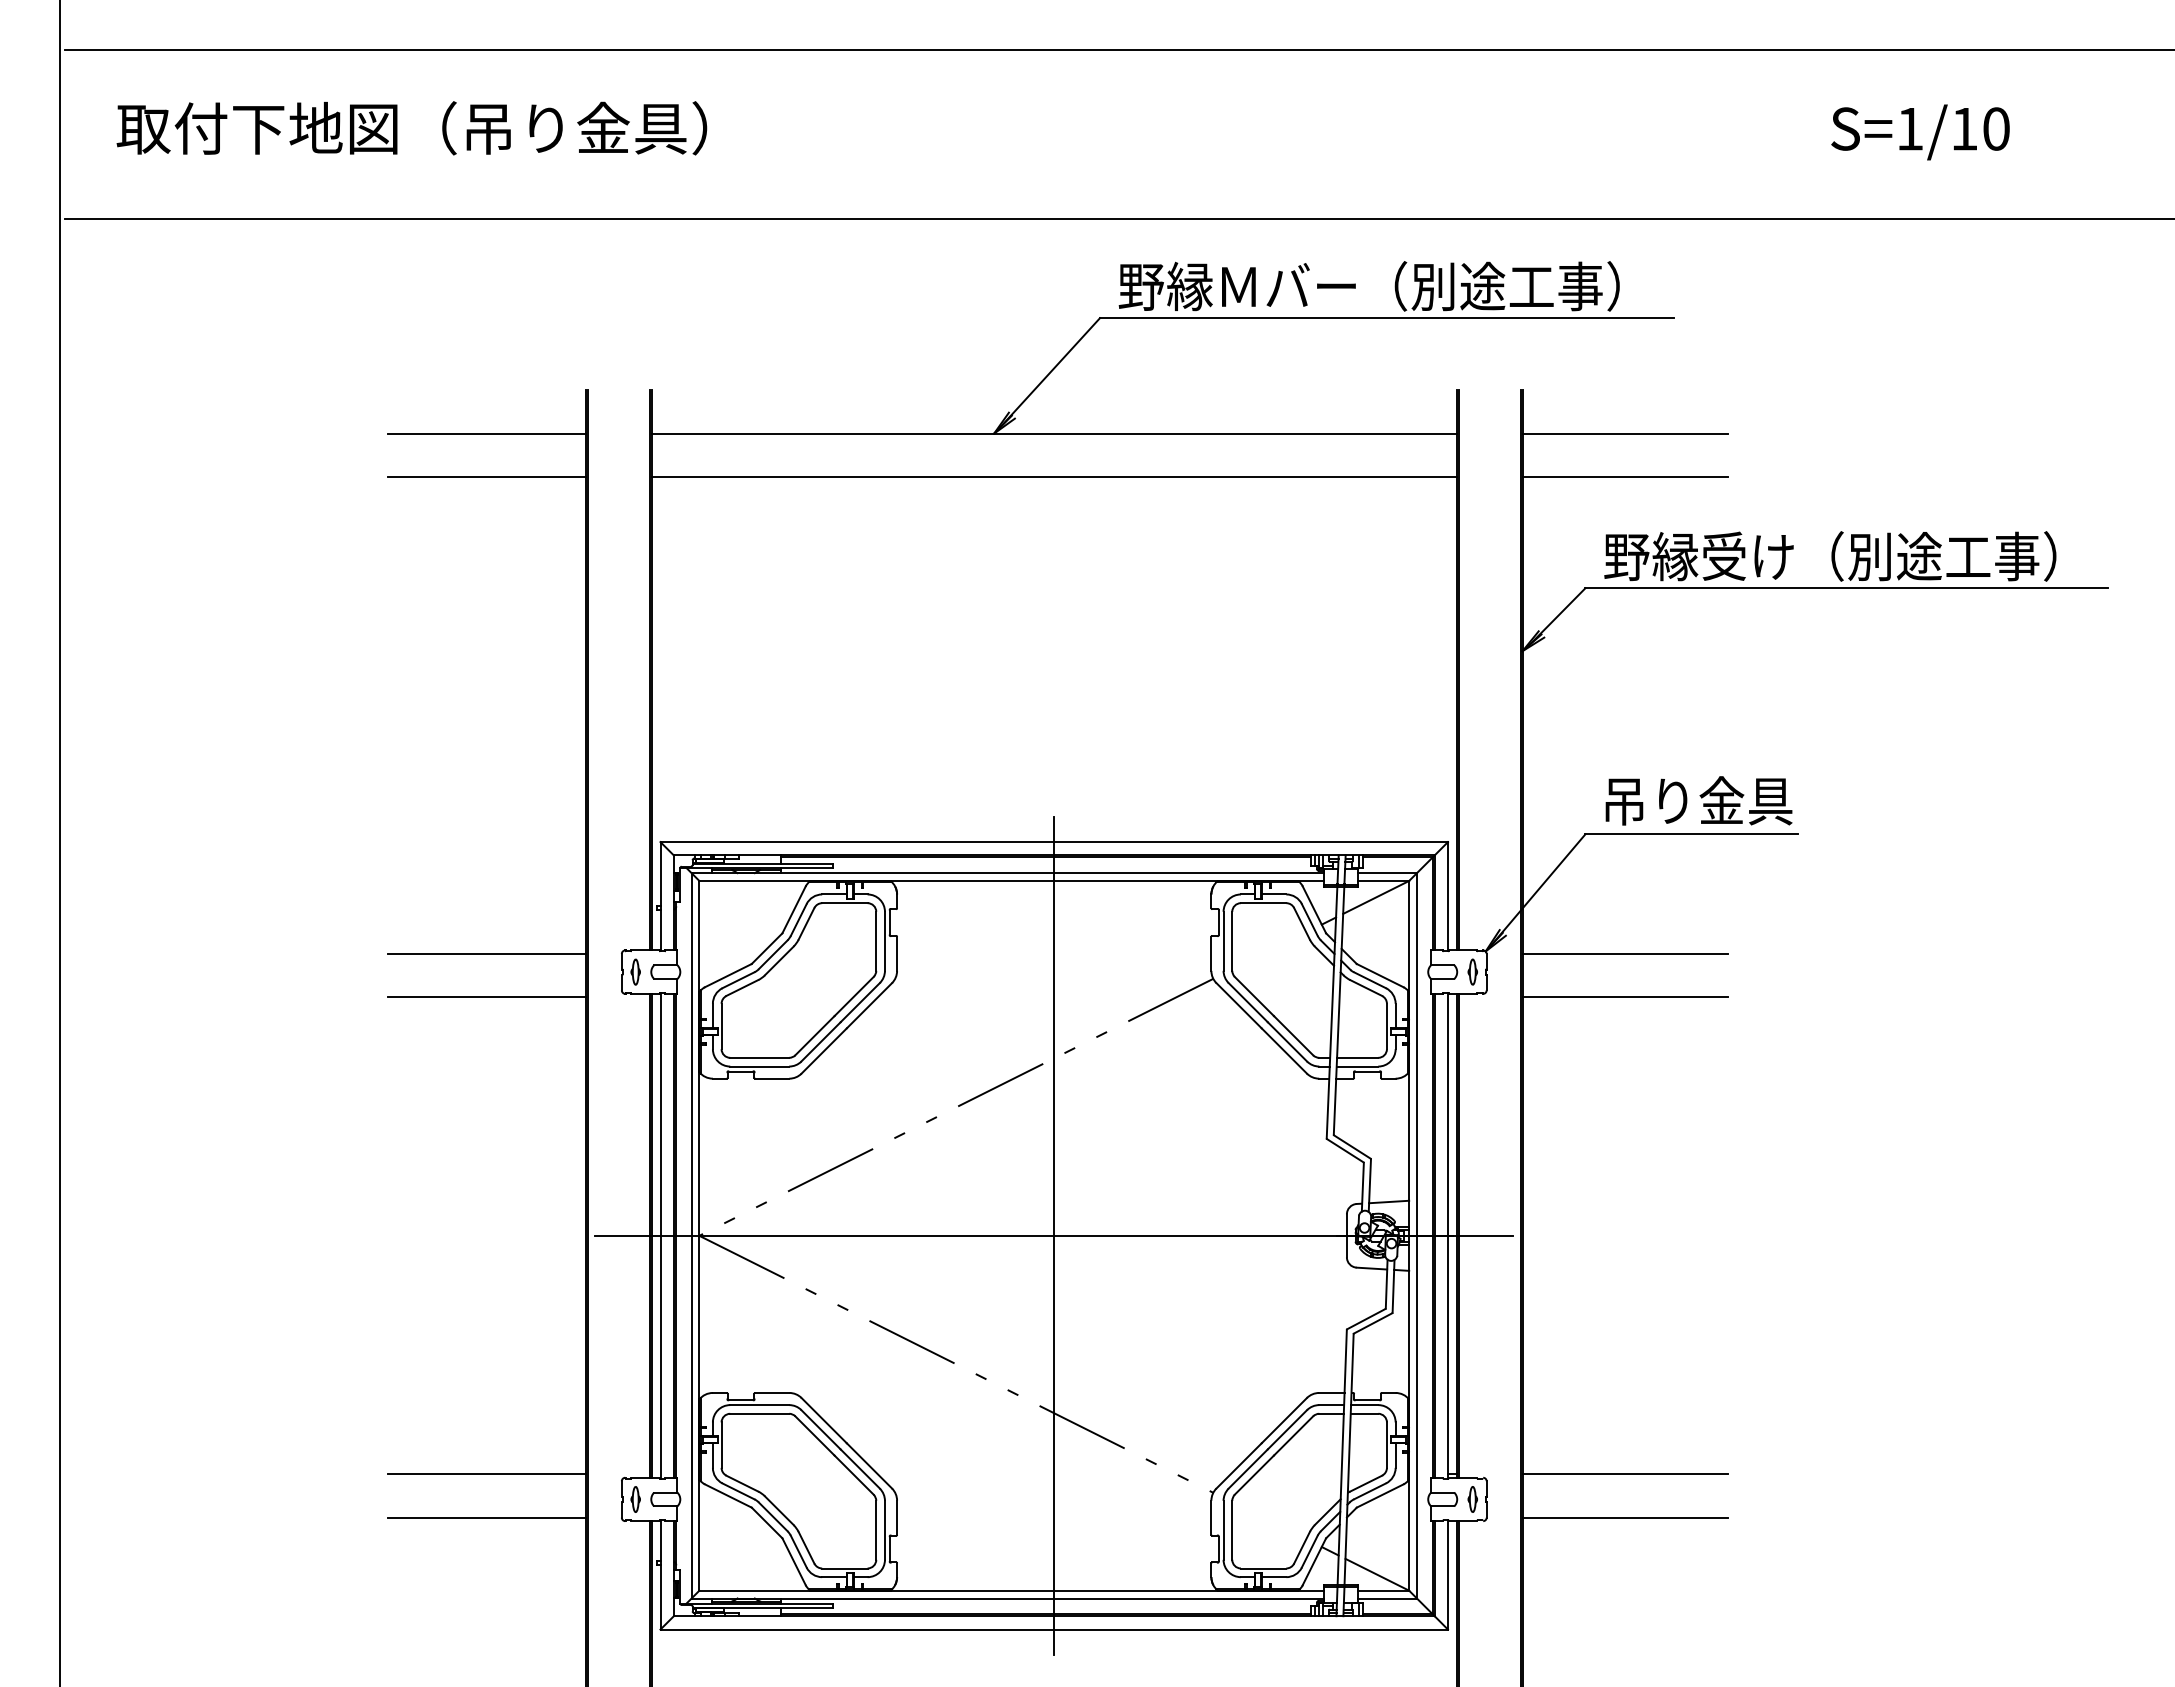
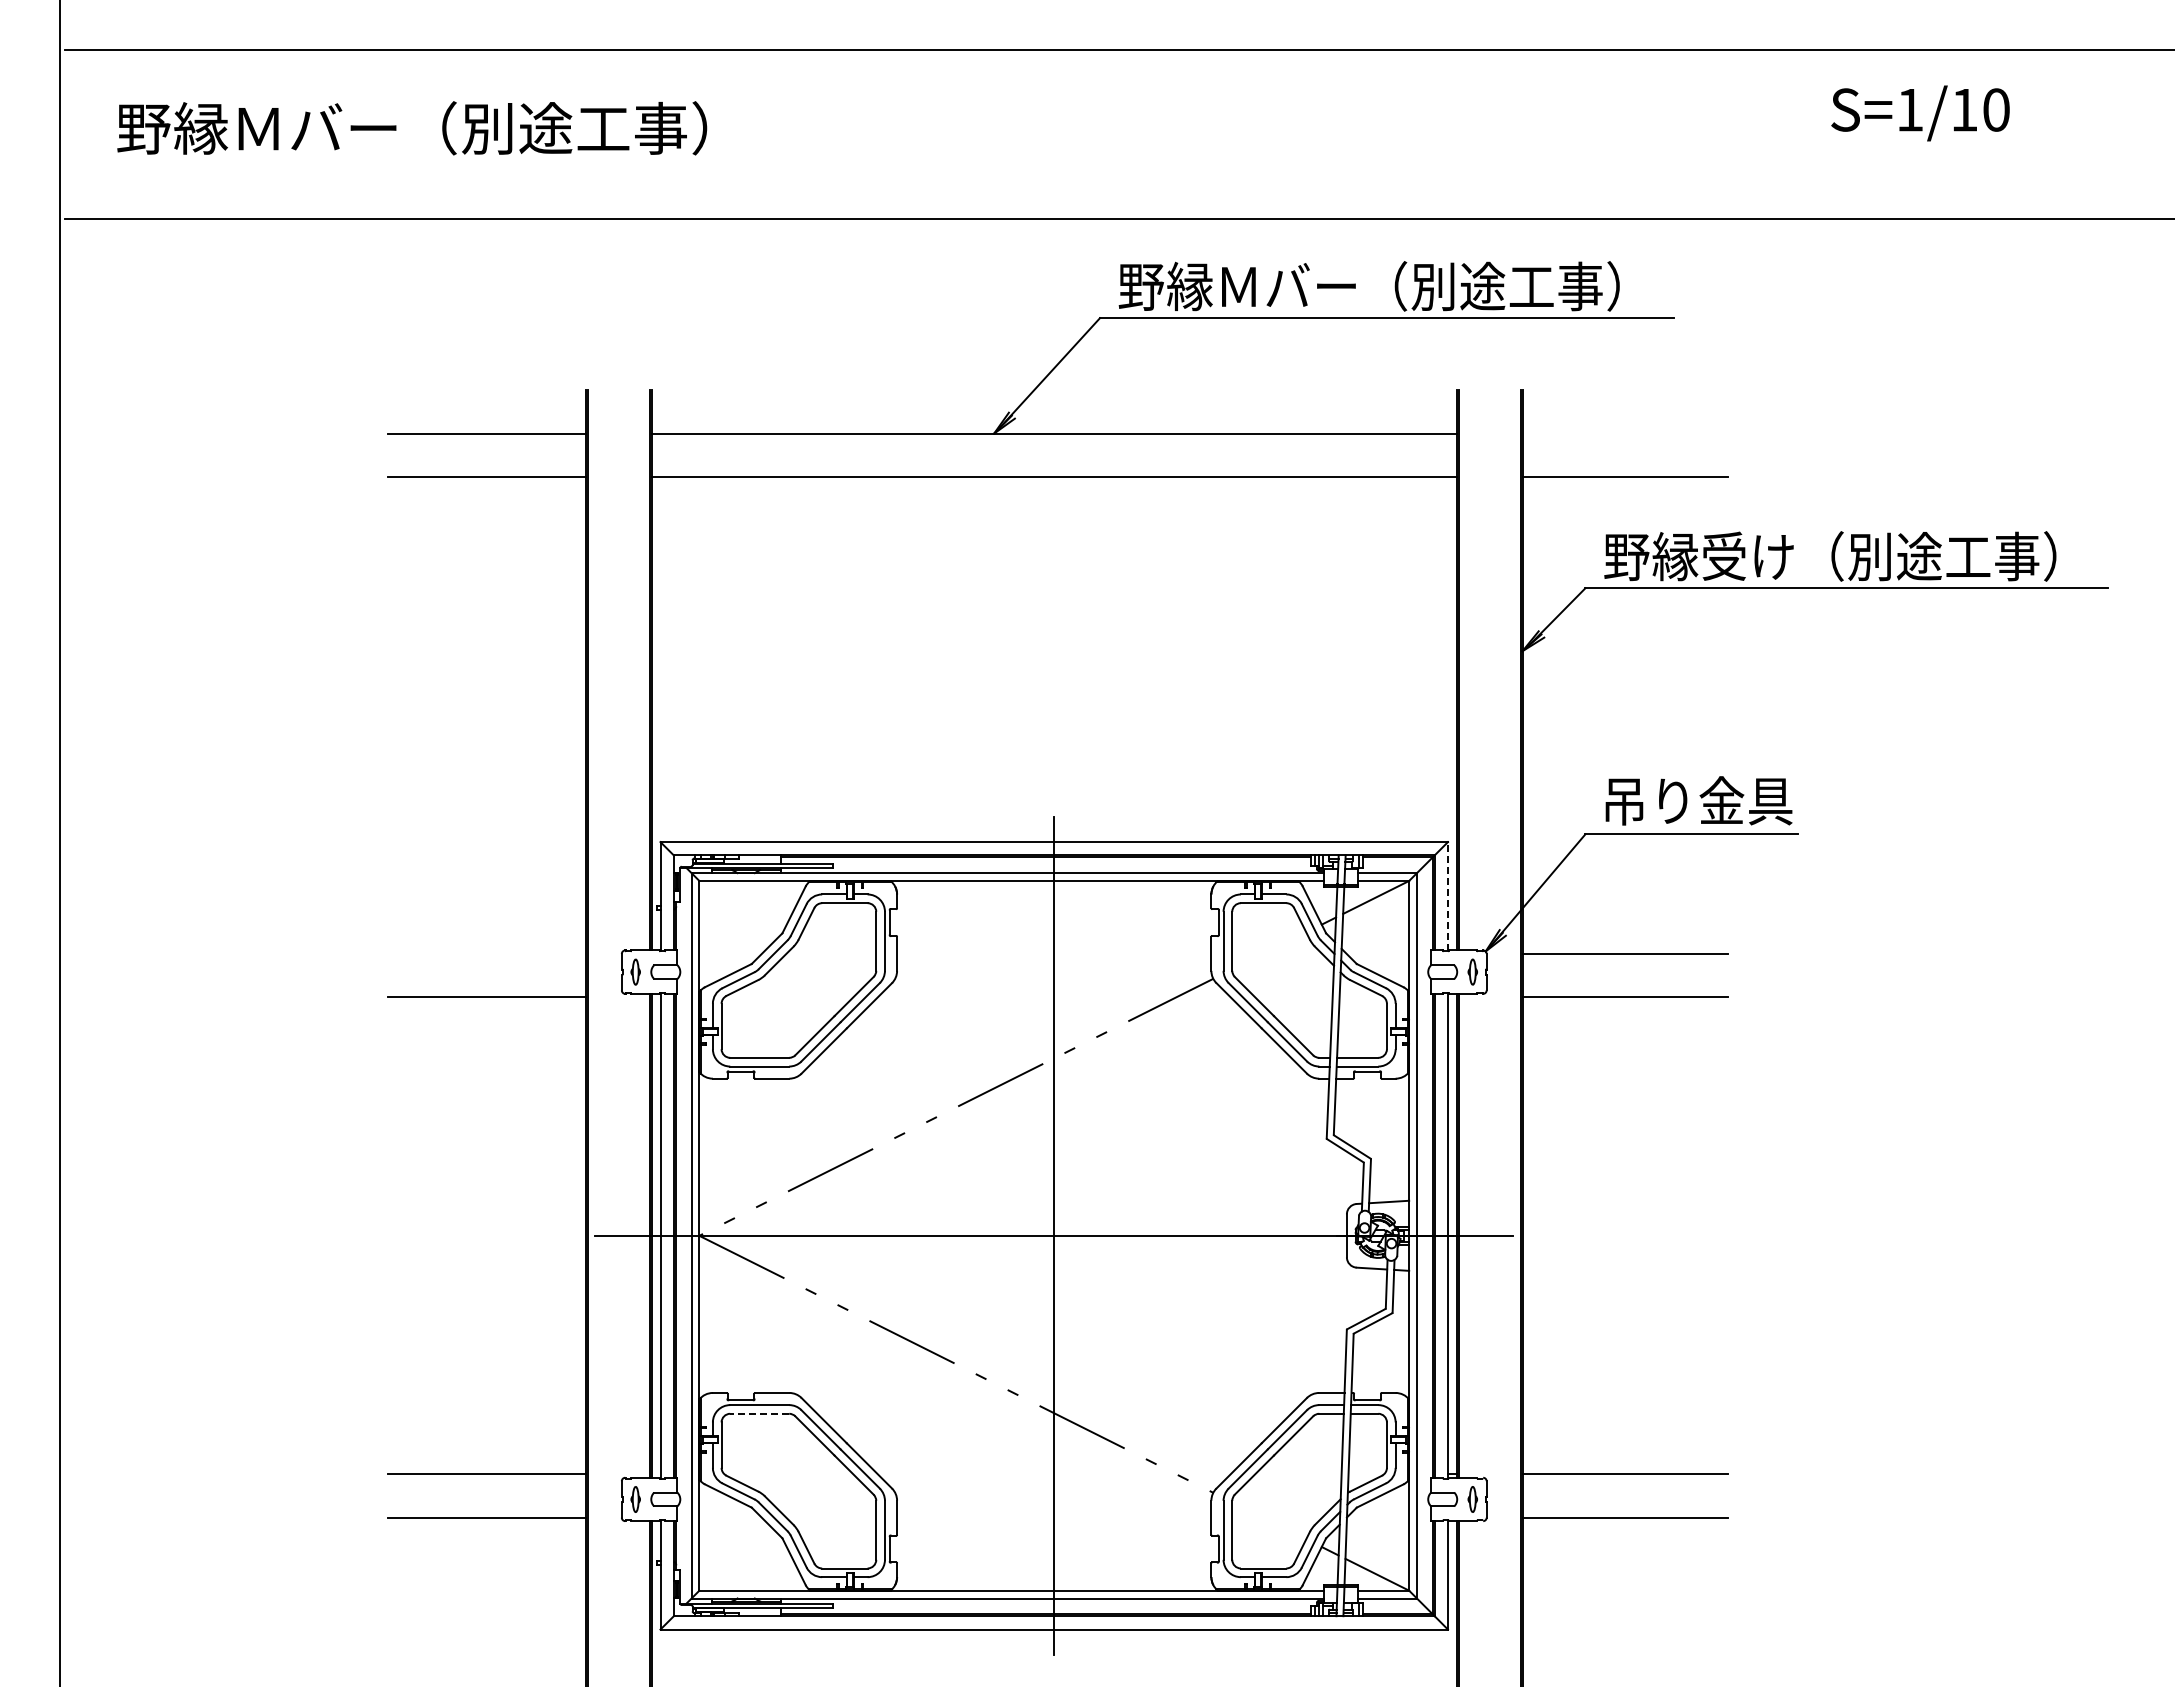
text at (401, 127): 取付下地図（吊り金具） -> 野縁Ｍバー（別途工事）
text at (1920, 132) position: (1920, 132) -> (1920, 113)
line at (1625, 433): present -> none
line at (1447, 896): solid -> dashed
line at (486, 953): present -> none
line at (759, 1413): solid -> dashed
